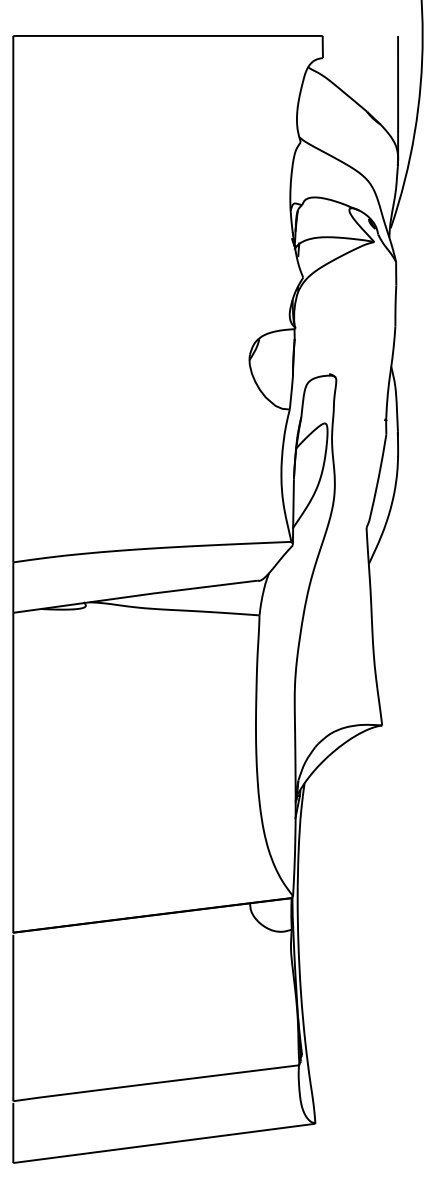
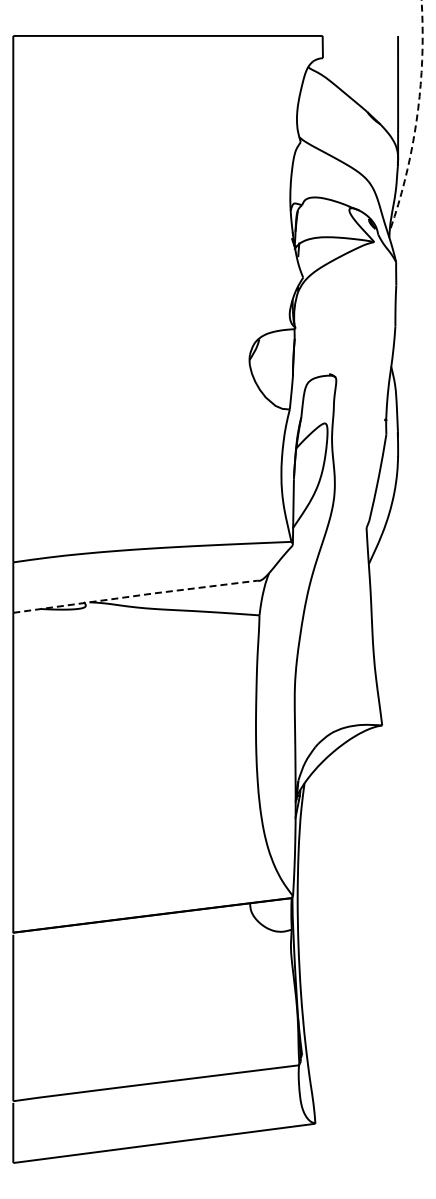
arc at (417, 114): solid -> dashed
line at (136, 595): solid -> dashed
